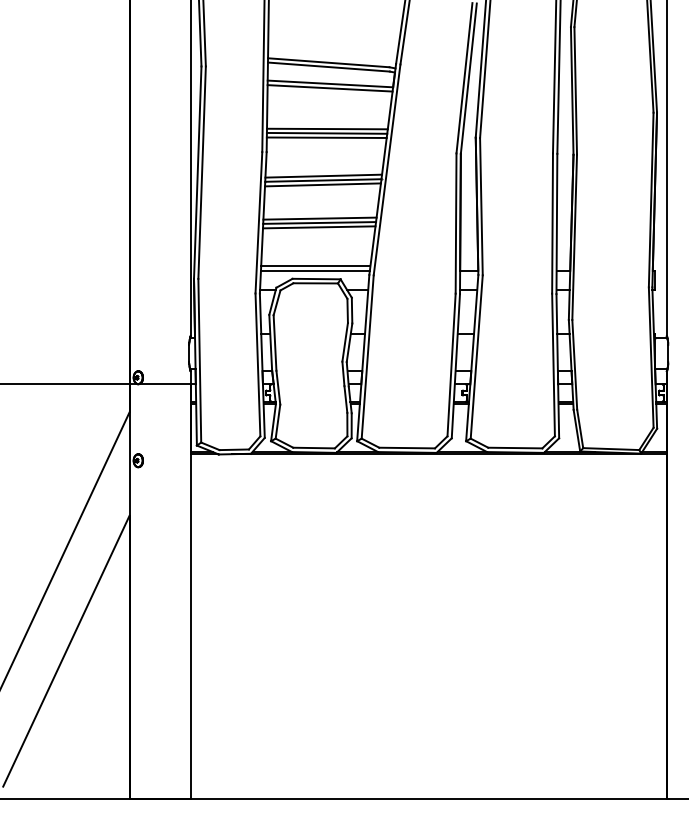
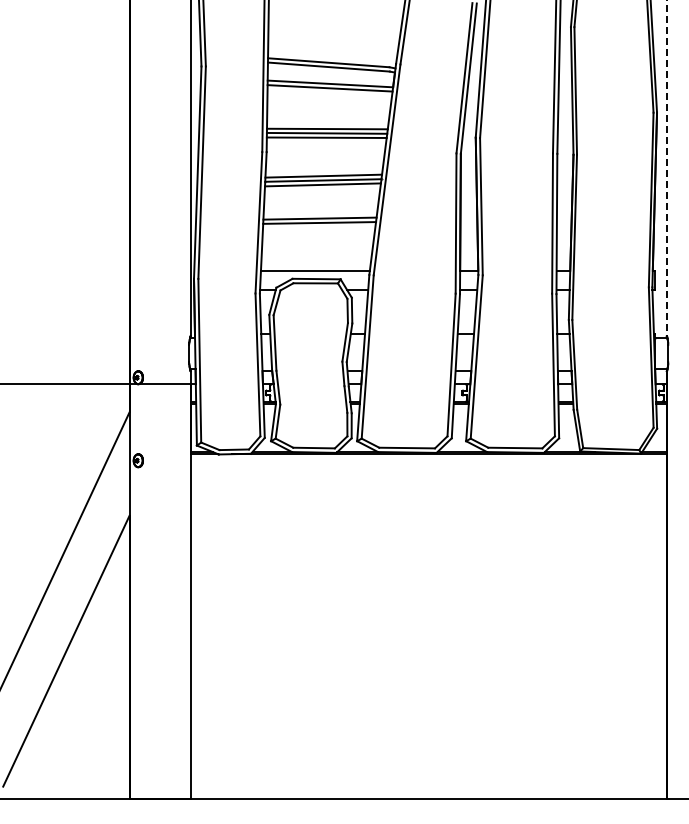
line at (666, 168): solid -> dashed
line at (318, 227): present -> none
line at (315, 266): present -> none
